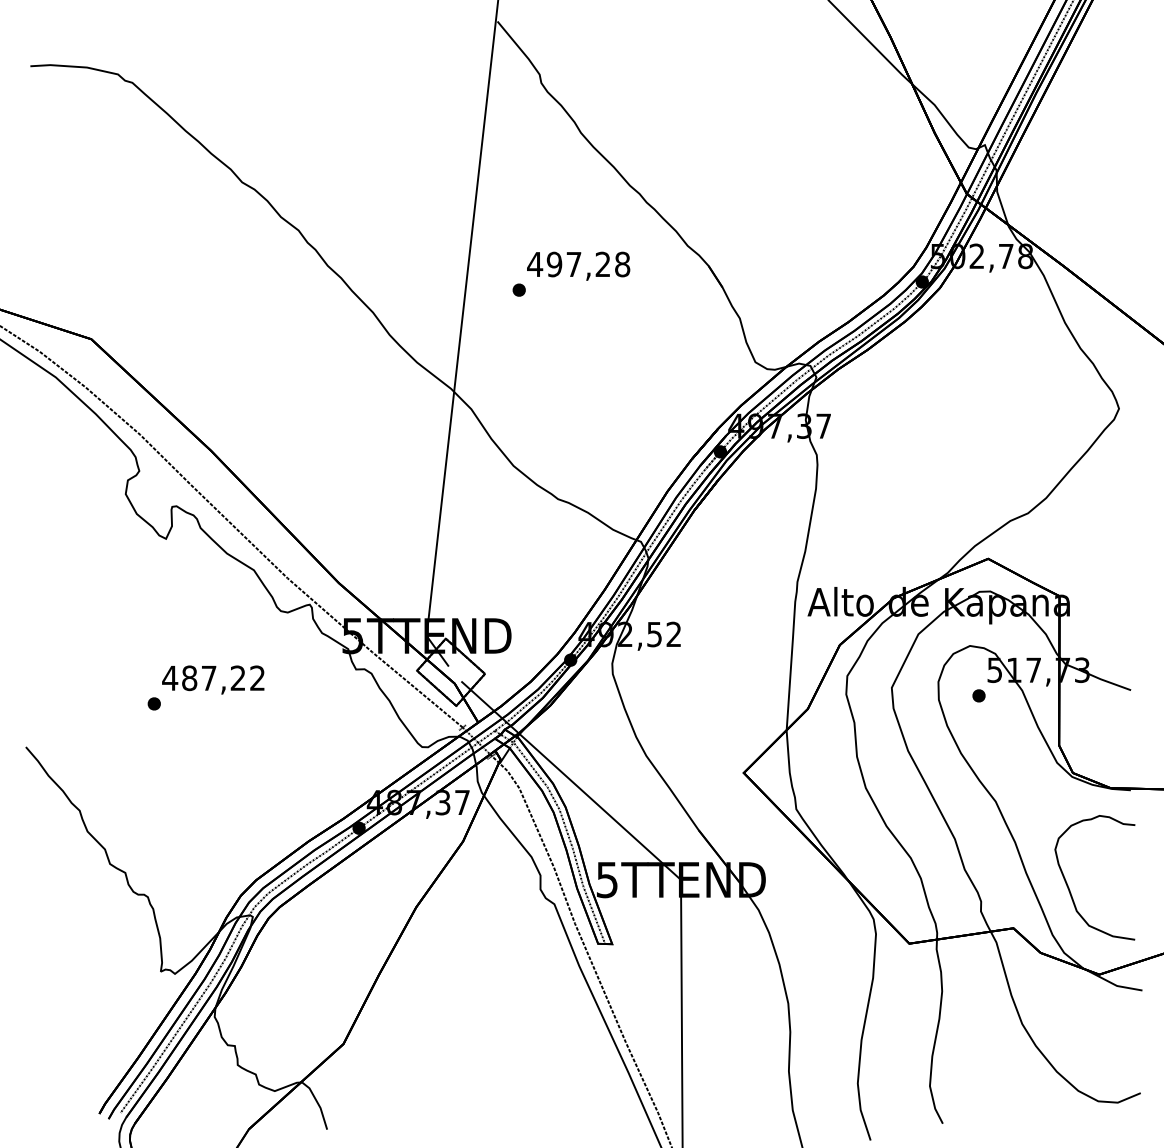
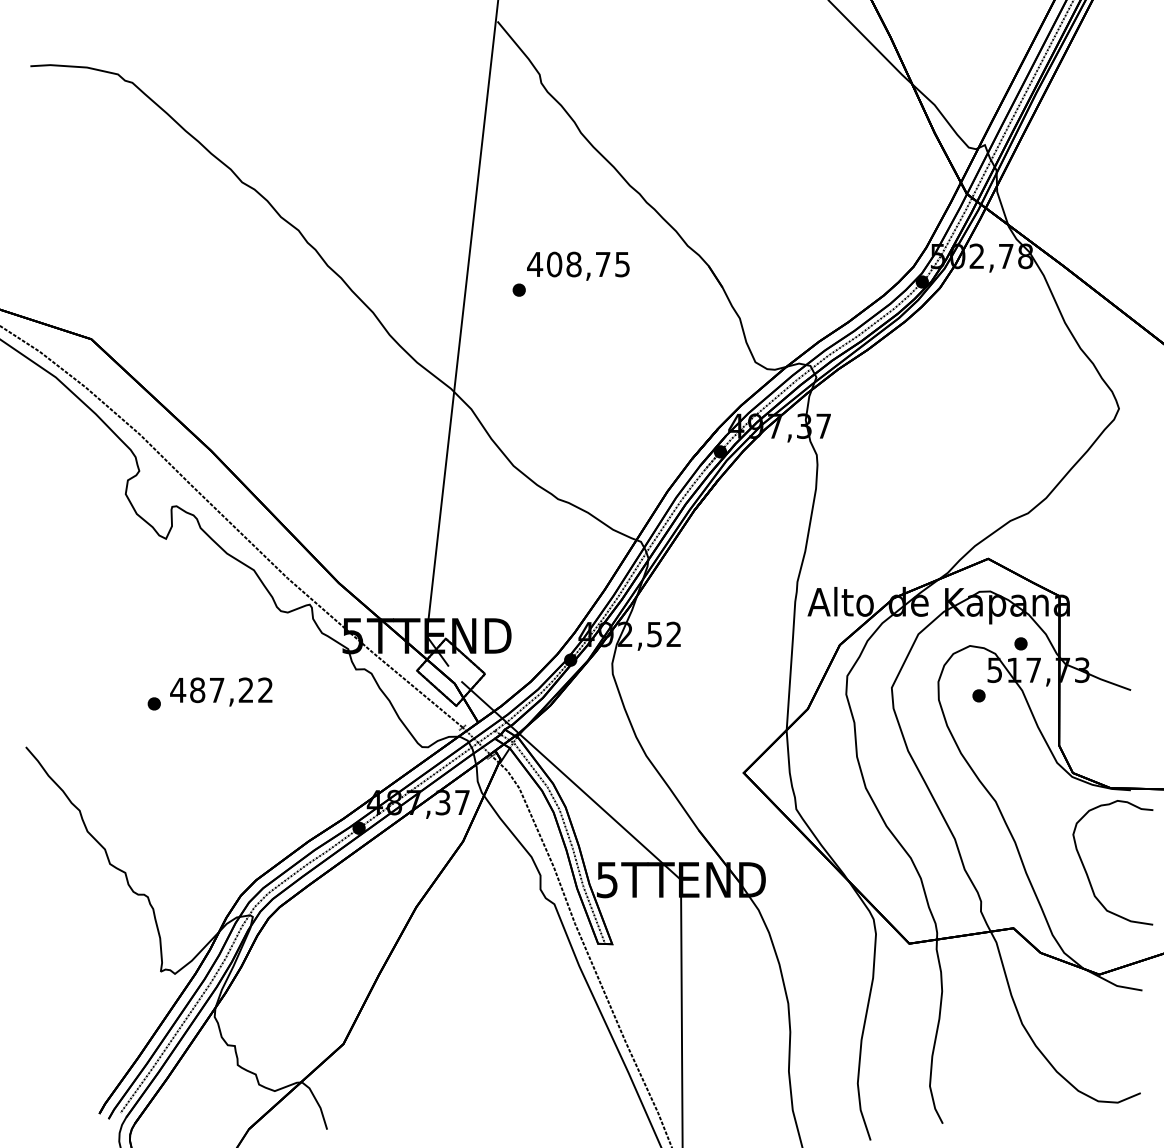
text at (588, 264): 497,28 -> 408,75
part at (1020, 643): none -> present
text at (213, 679) position: (213, 679) -> (221, 691)
curve at (1069, 887) position: (1069, 887) -> (1087, 872)
